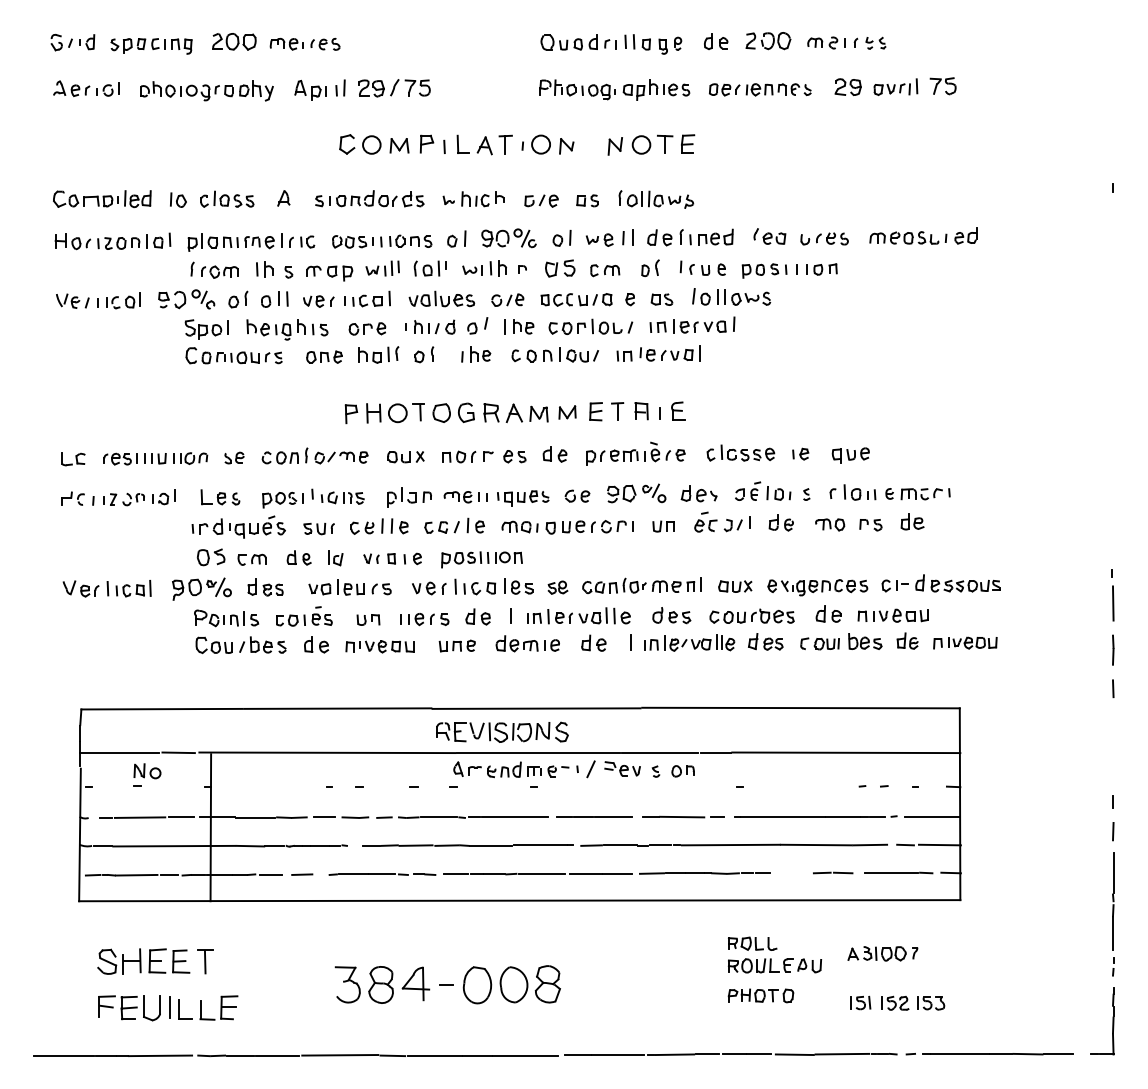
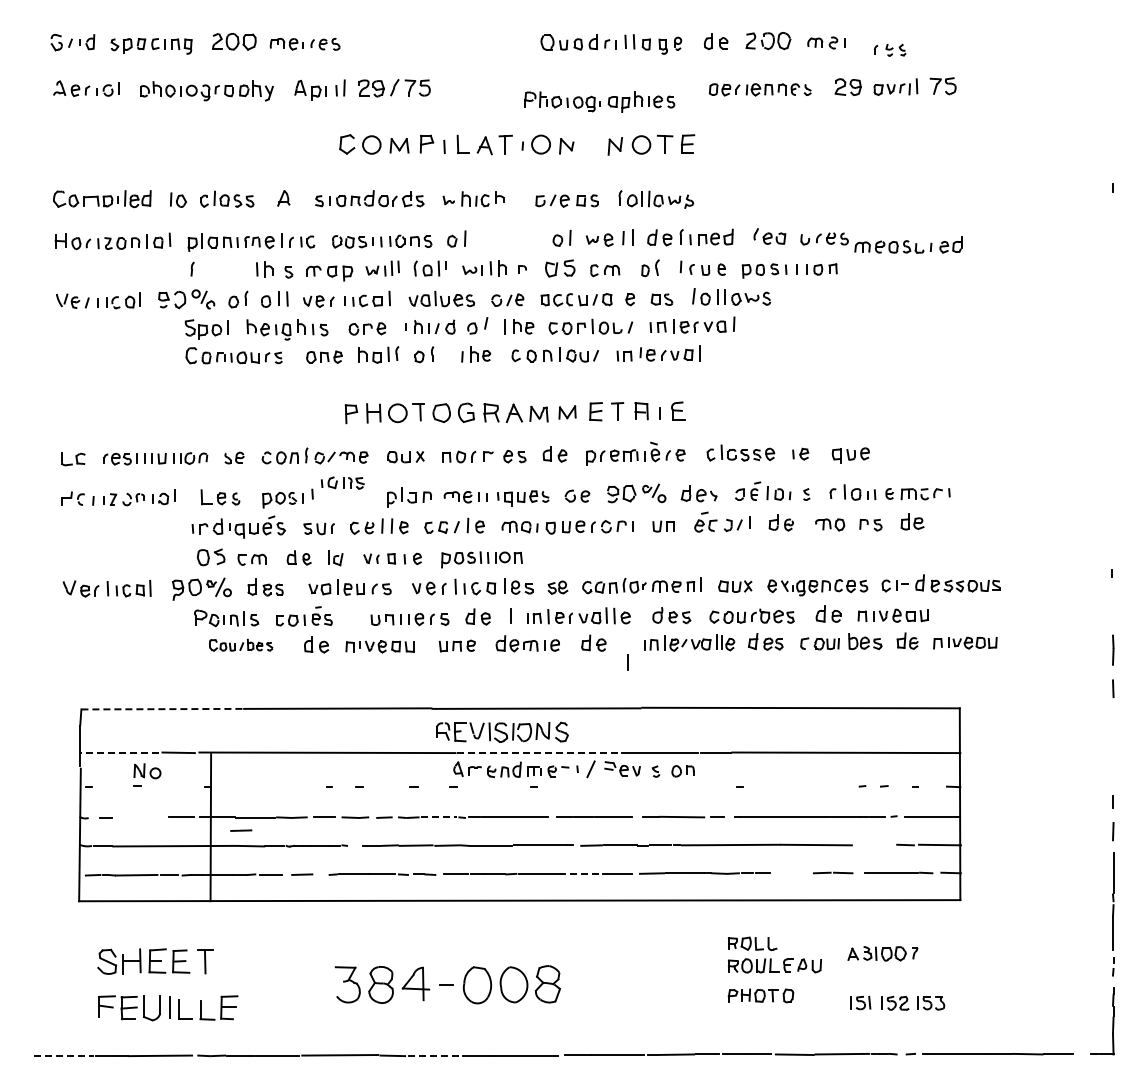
part at (869, 42) position: (869, 42) -> (889, 49)
part at (614, 89) position: (614, 89) -> (599, 101)
part at (541, 200) position: (541, 200) -> (552, 200)
part at (923, 235) position: (923, 235) -> (908, 244)
part at (508, 238): present -> none
part at (219, 271): present -> none
part at (342, 497) position: (342, 497) -> (342, 482)
line at (1113, 603): present -> none
part at (368, 619) position: (368, 619) -> (382, 619)
line at (630, 642) position: (630, 642) -> (627, 662)
part at (240, 645) size: 92x19 px -> 65x14 px
line at (161, 709): solid -> dashed
line at (119, 752): solid -> dashed
line at (538, 753): solid -> dashed
line at (139, 817): present -> none
line at (439, 817): solid -> dashed
line at (241, 830): none -> present
line at (870, 844): present -> none
line at (586, 873): solid -> dashed
line at (435, 1055): solid -> dashed
line at (64, 1056): solid -> dashed
